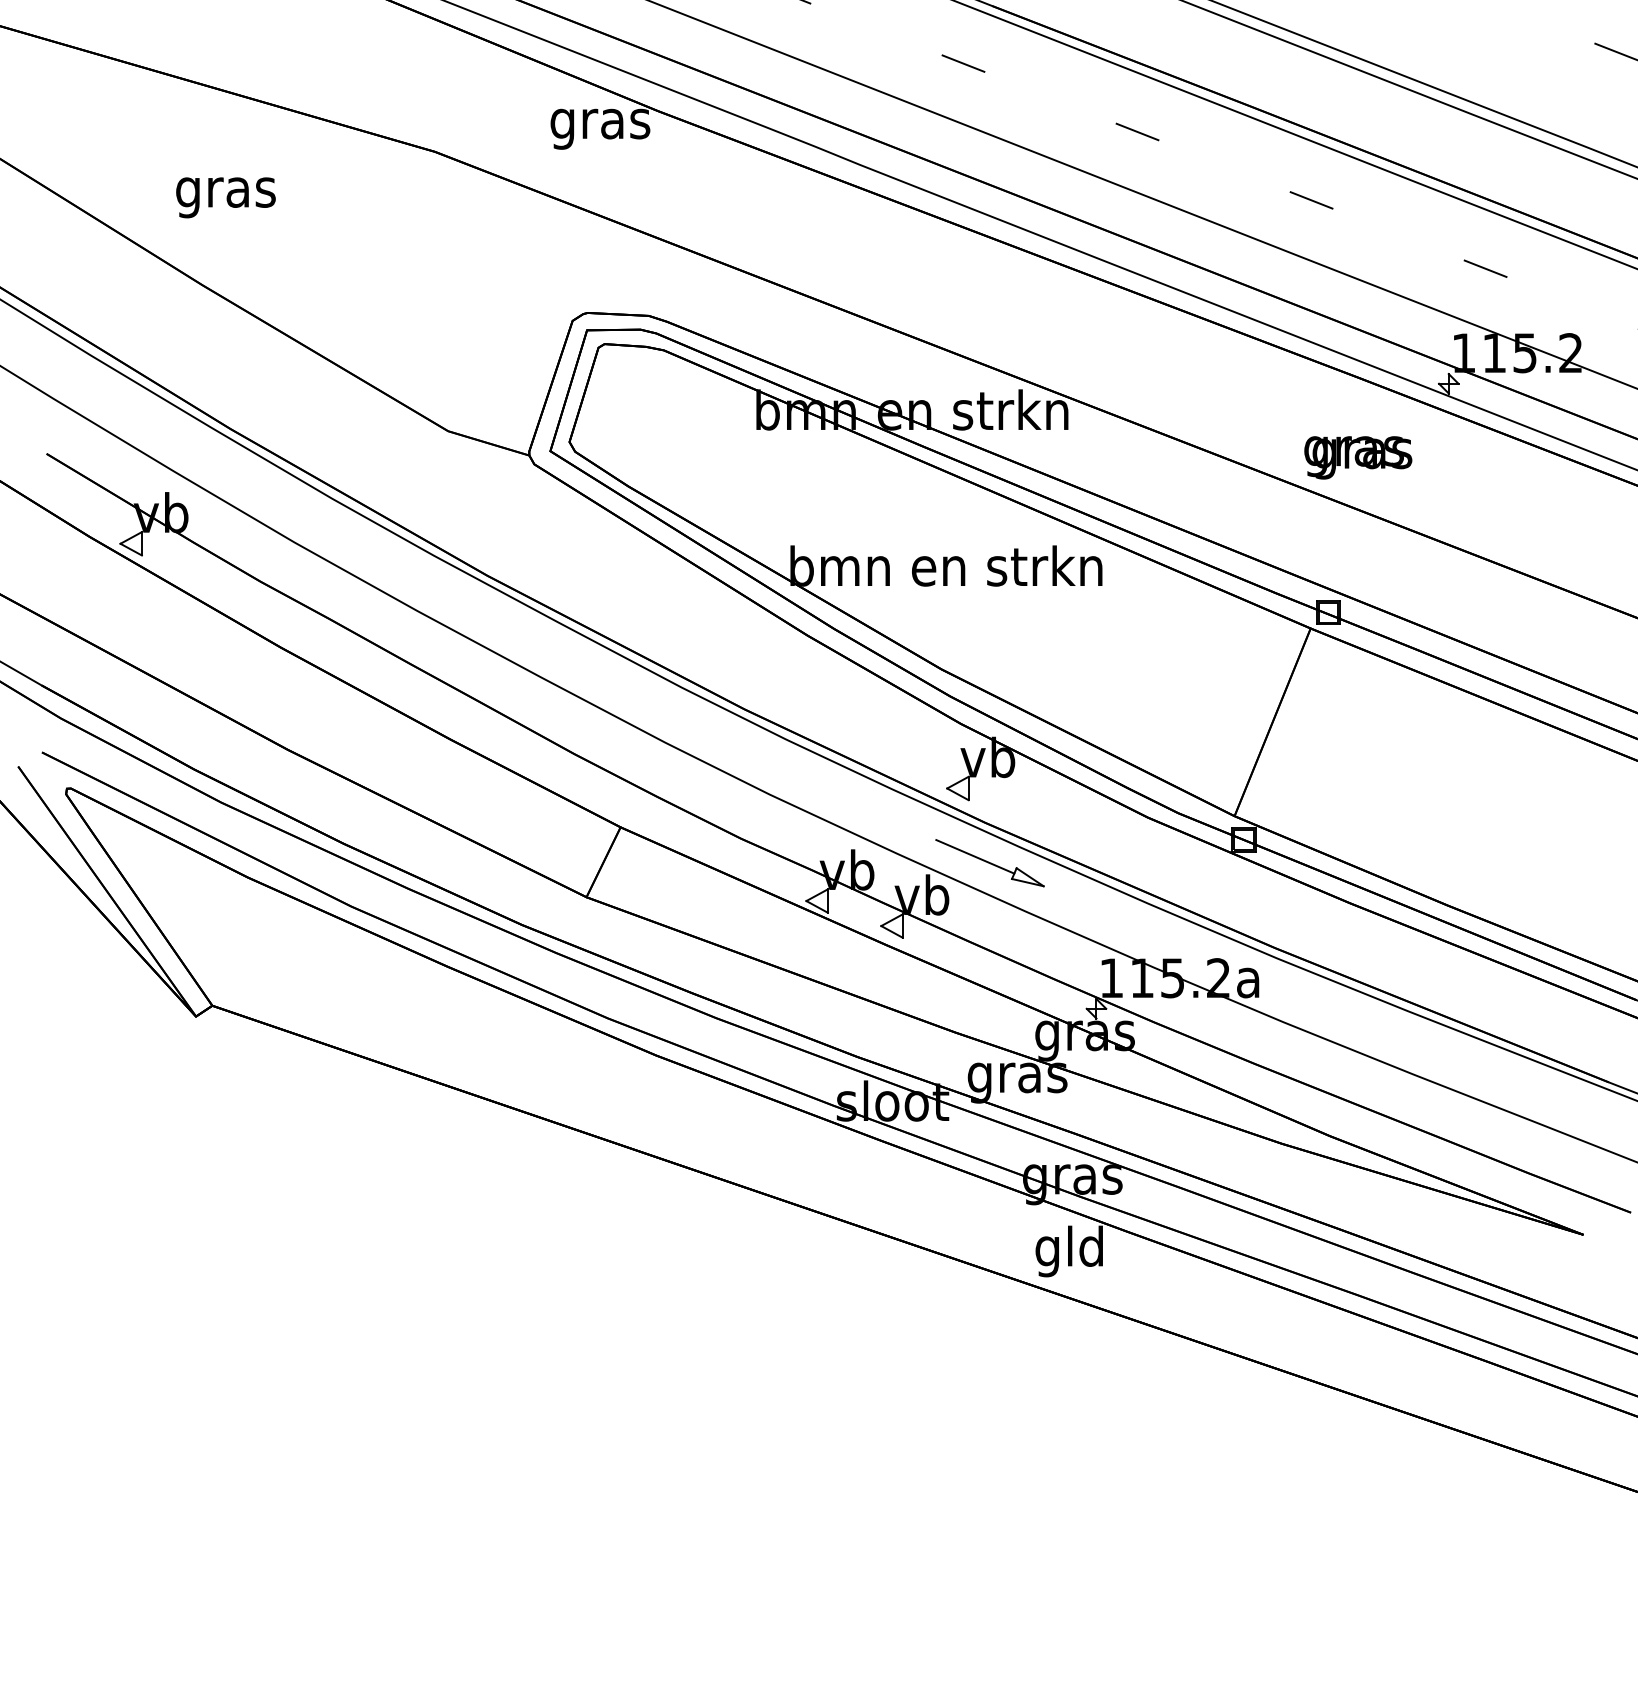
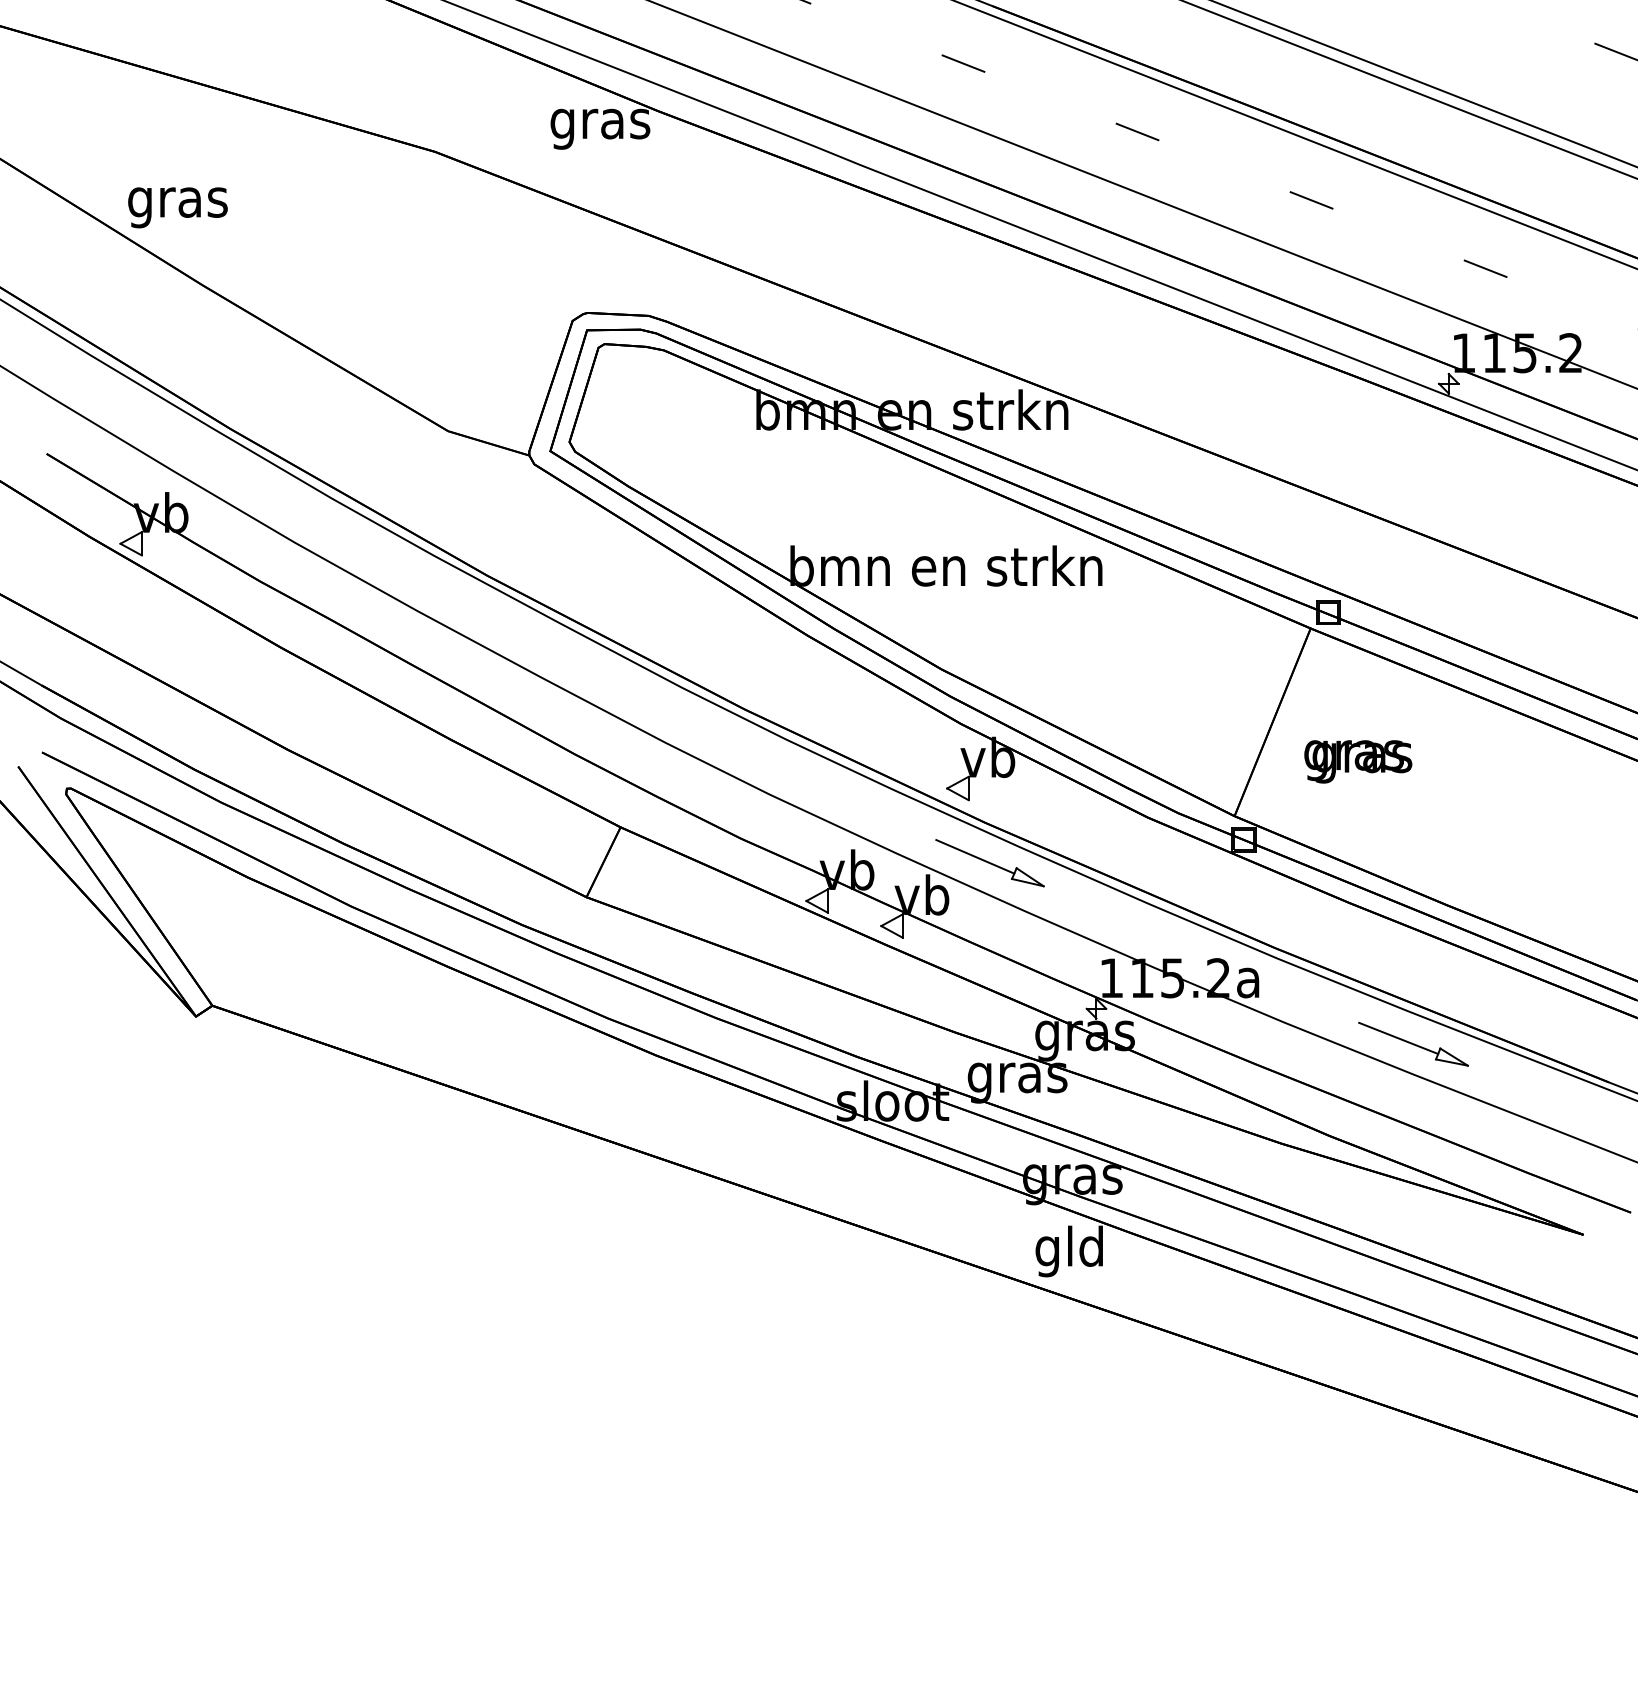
text at (225, 197) position: (225, 197) -> (177, 207)
text at (1358, 457) position: (1358, 457) -> (1358, 761)
part at (1413, 1043): none -> present
